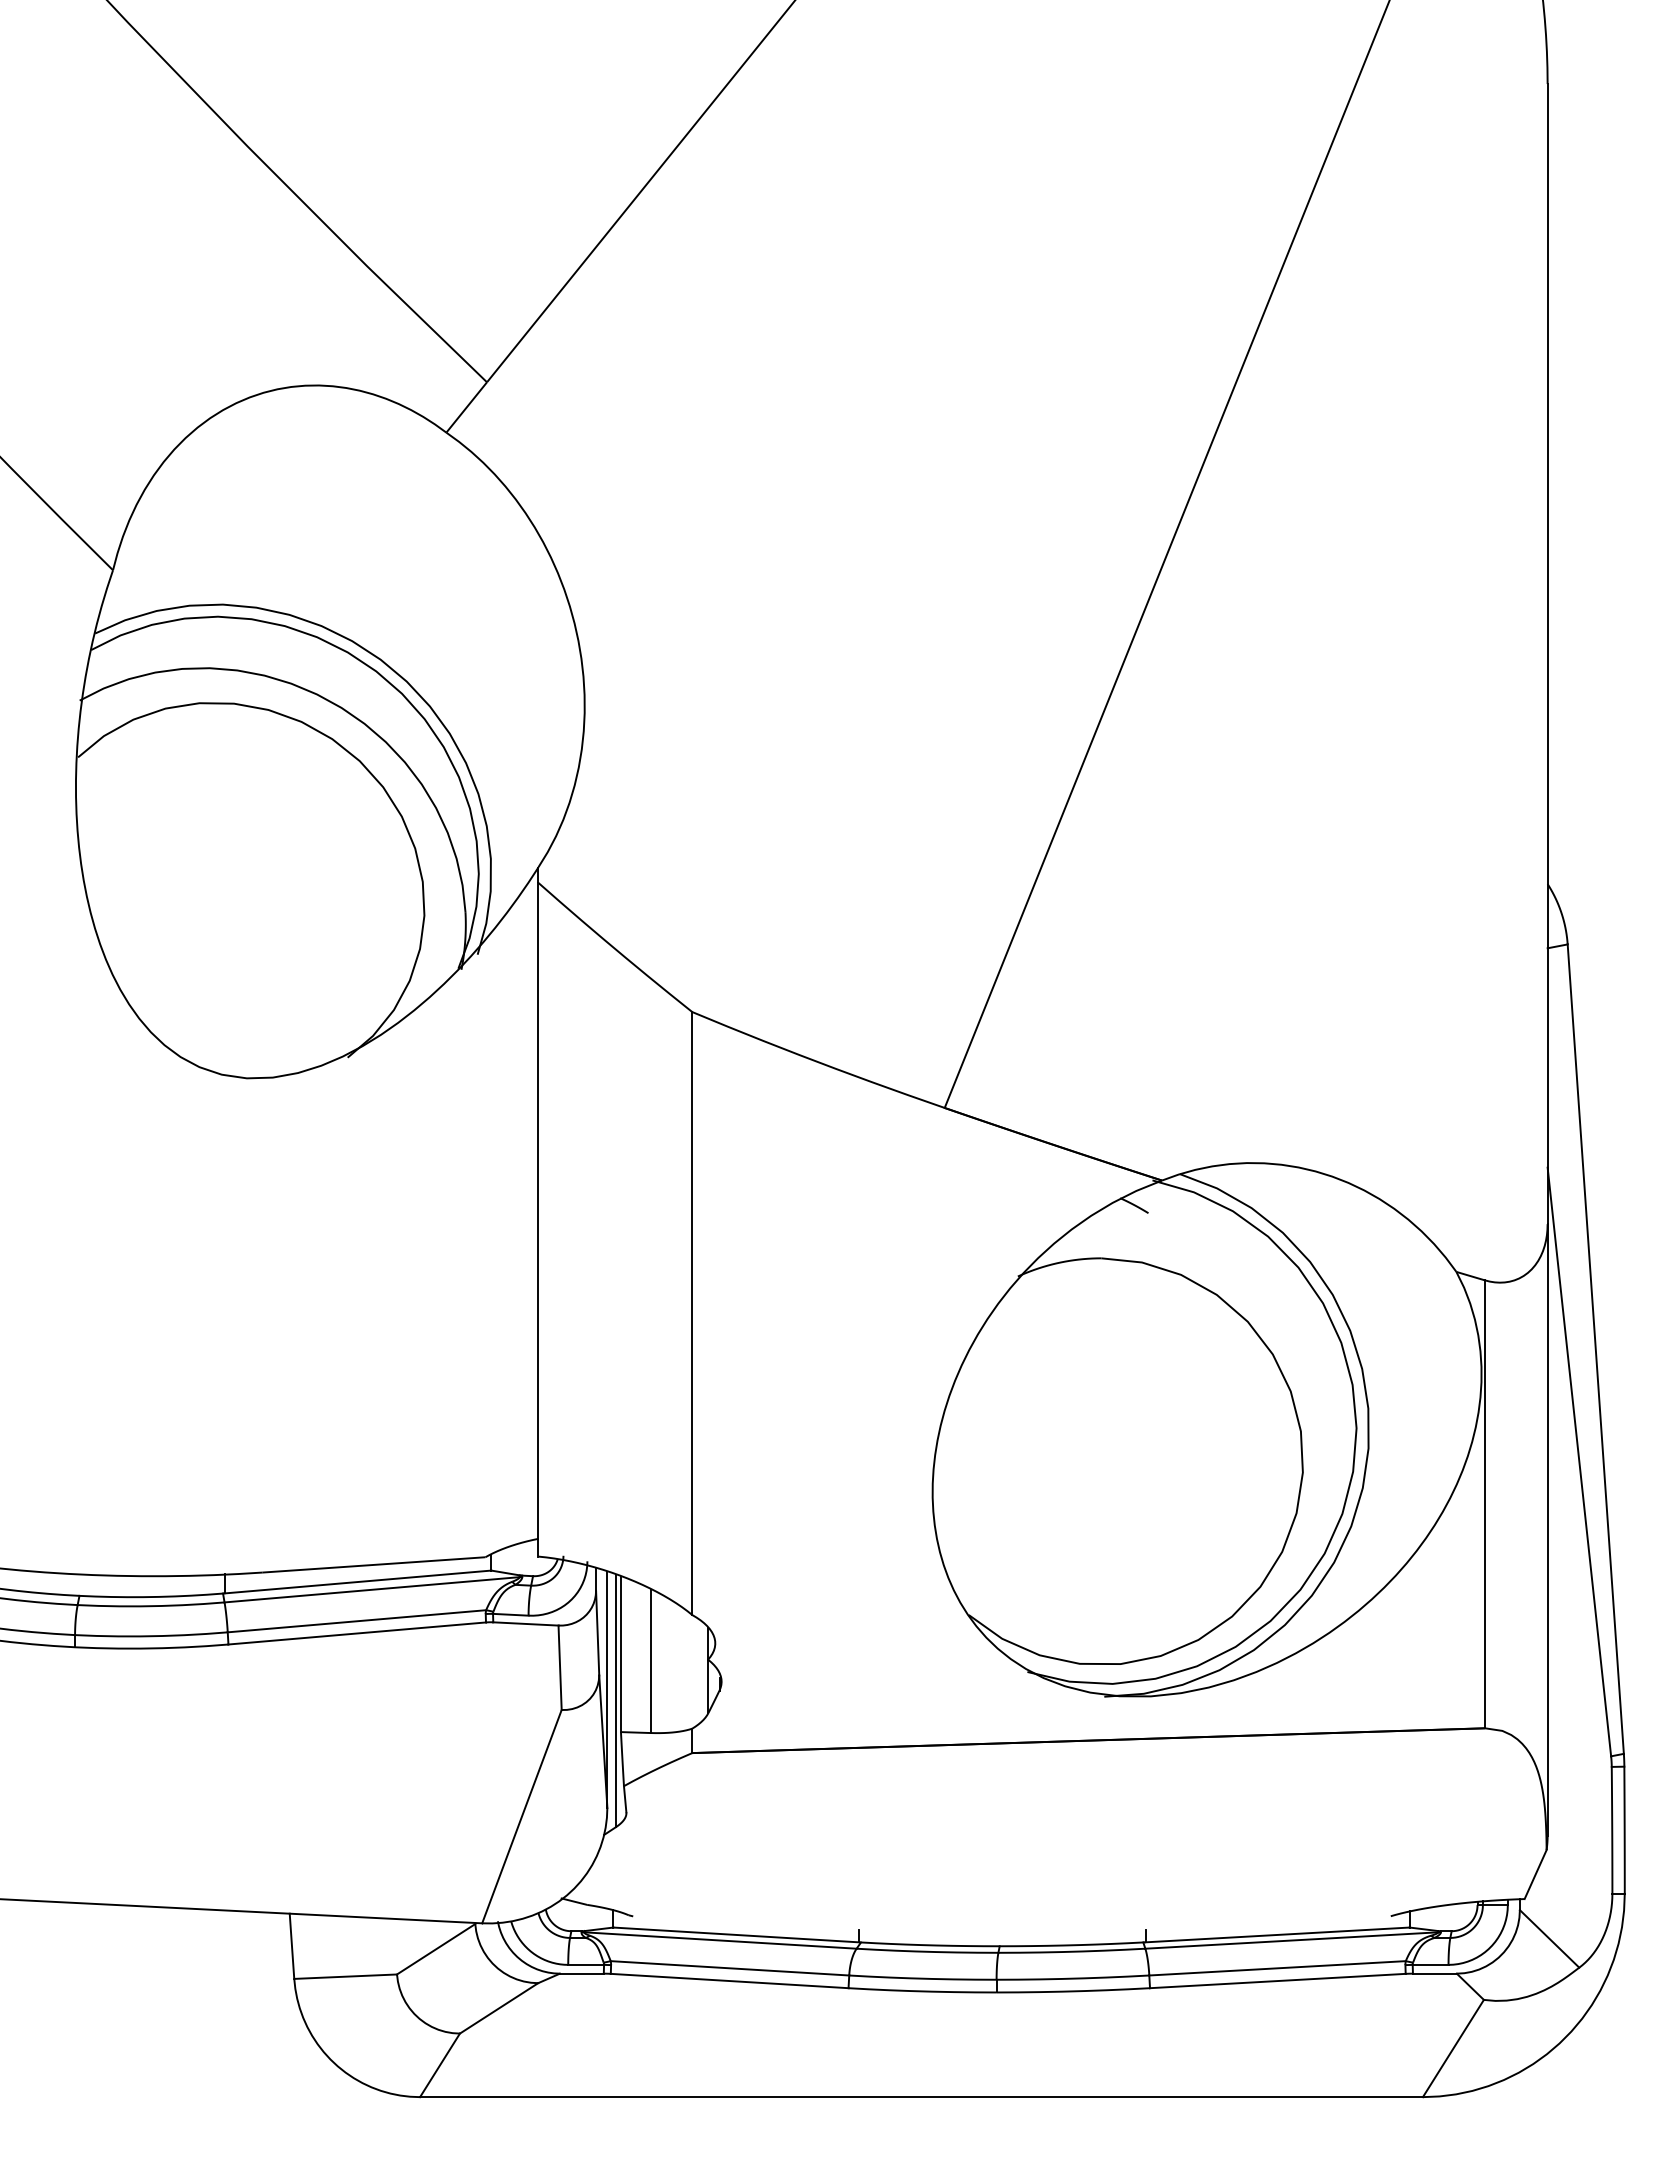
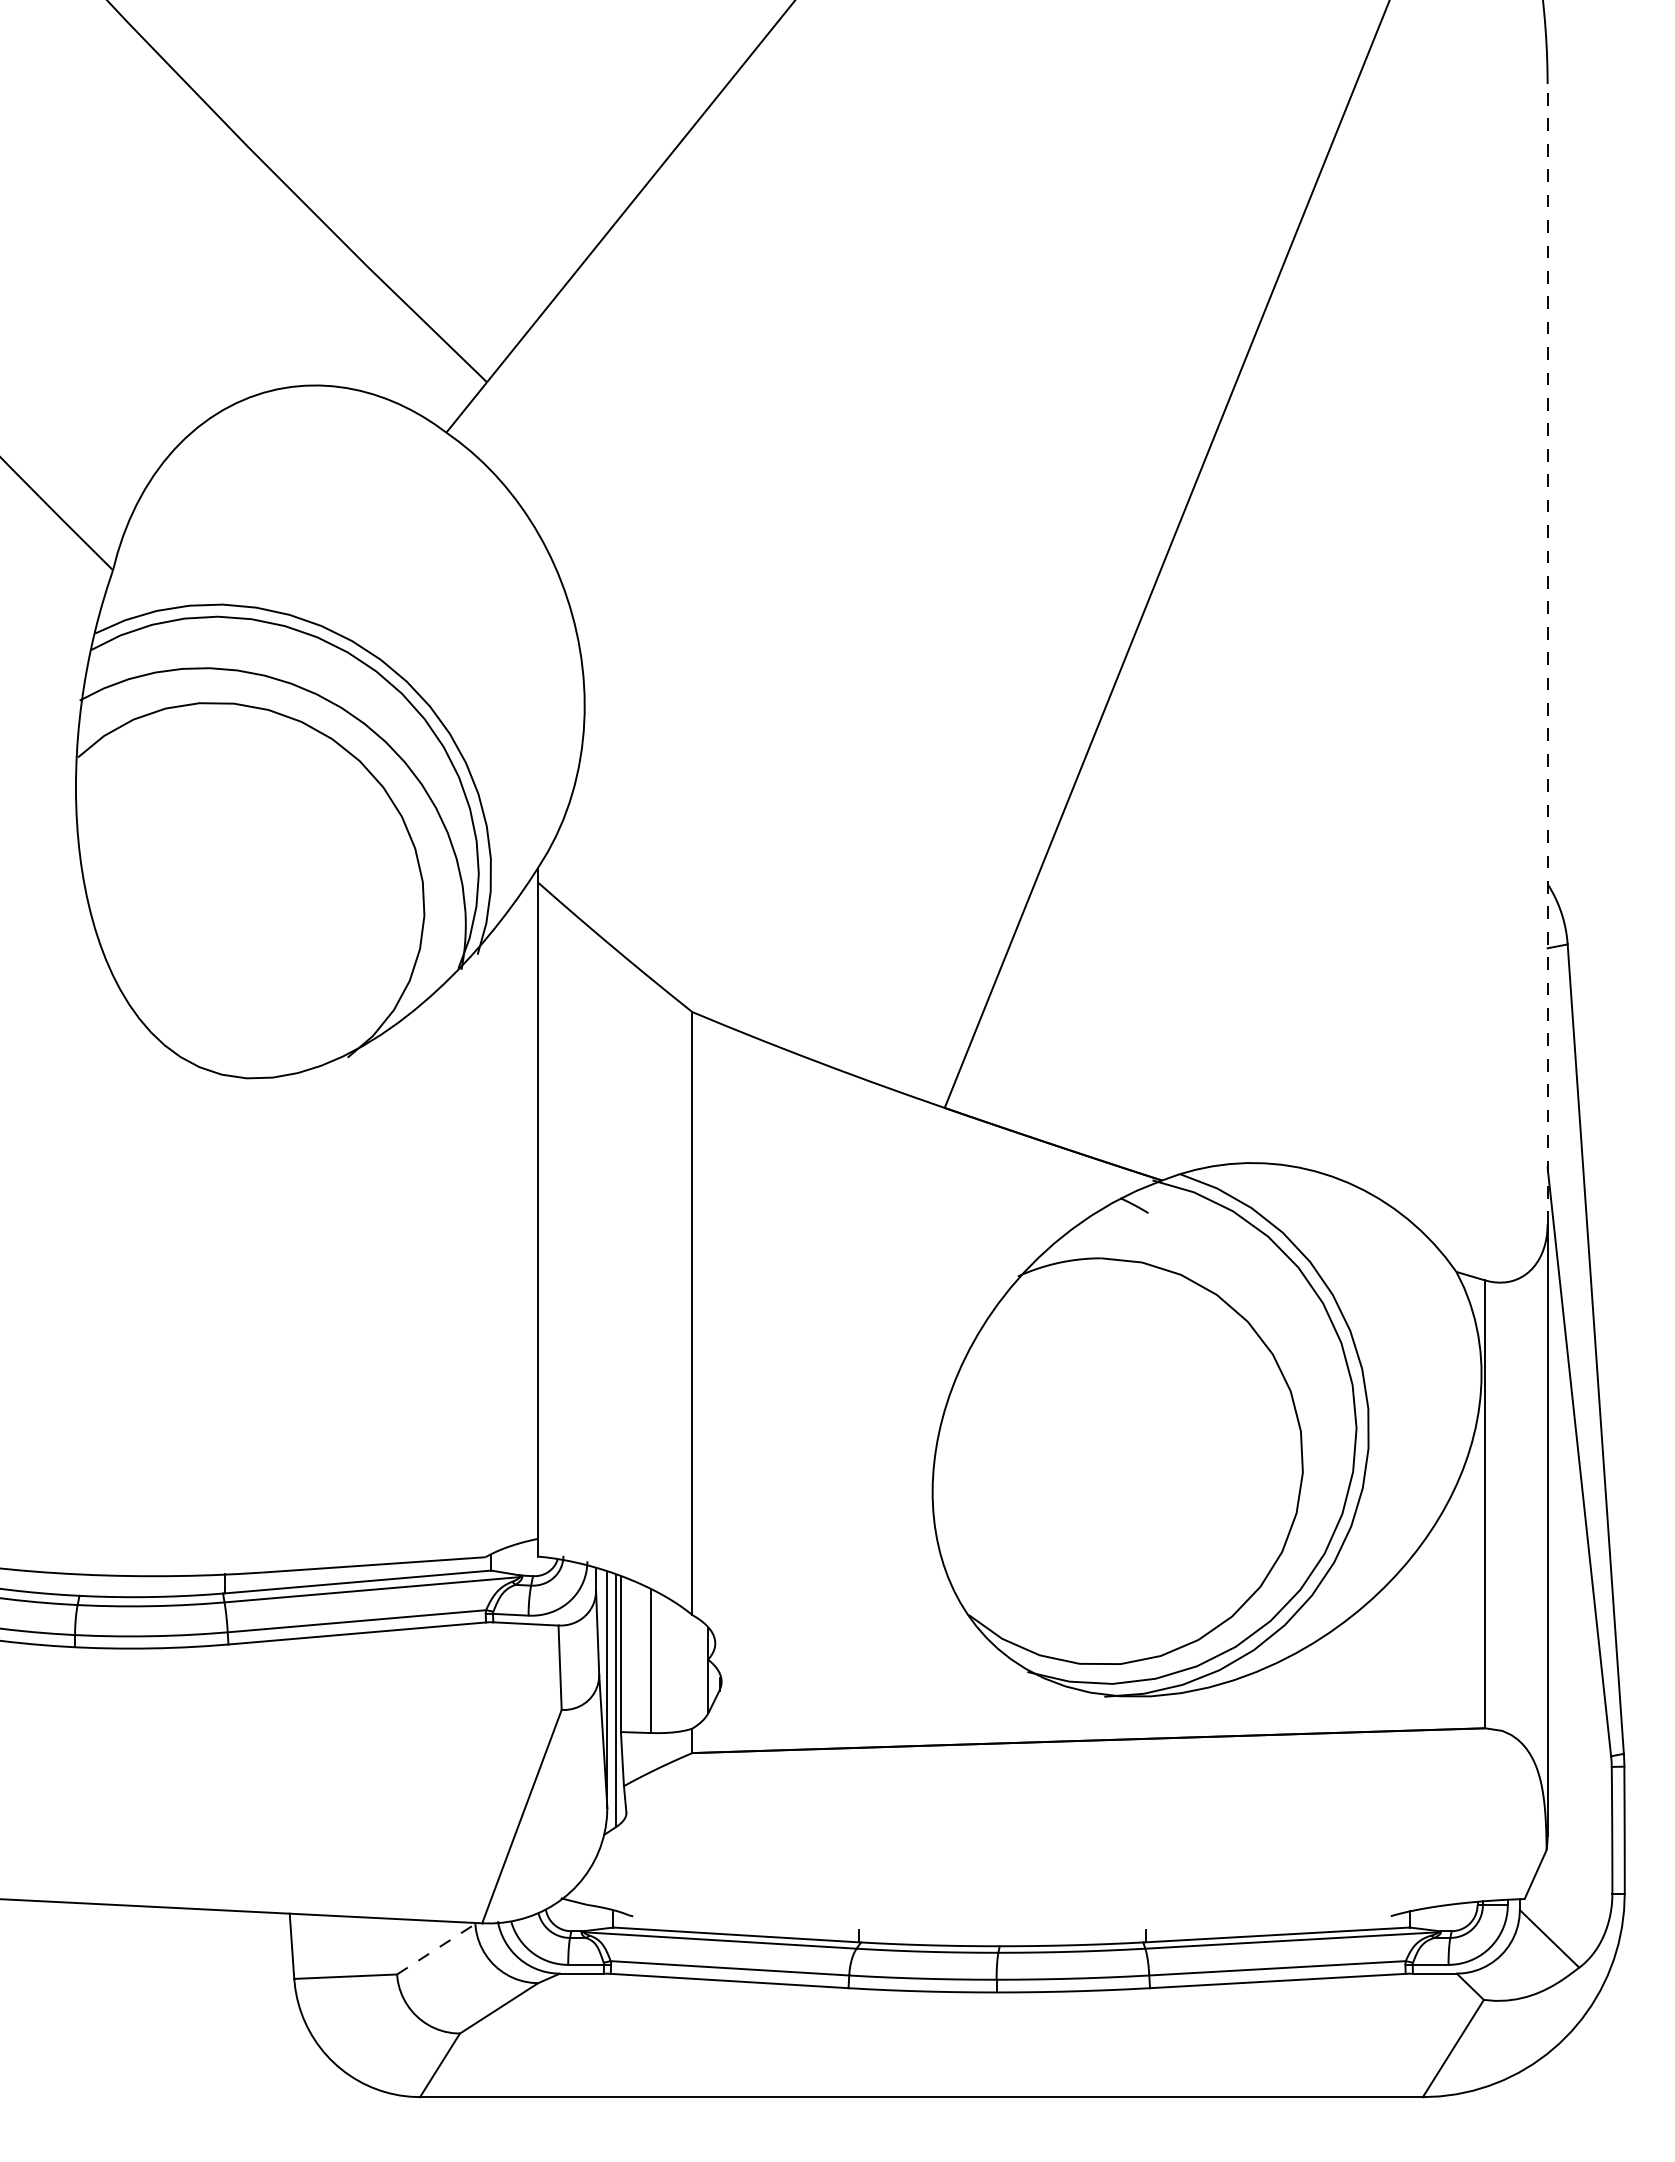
line at (1547, 653): solid -> dashed
line at (436, 1949): solid -> dashed
